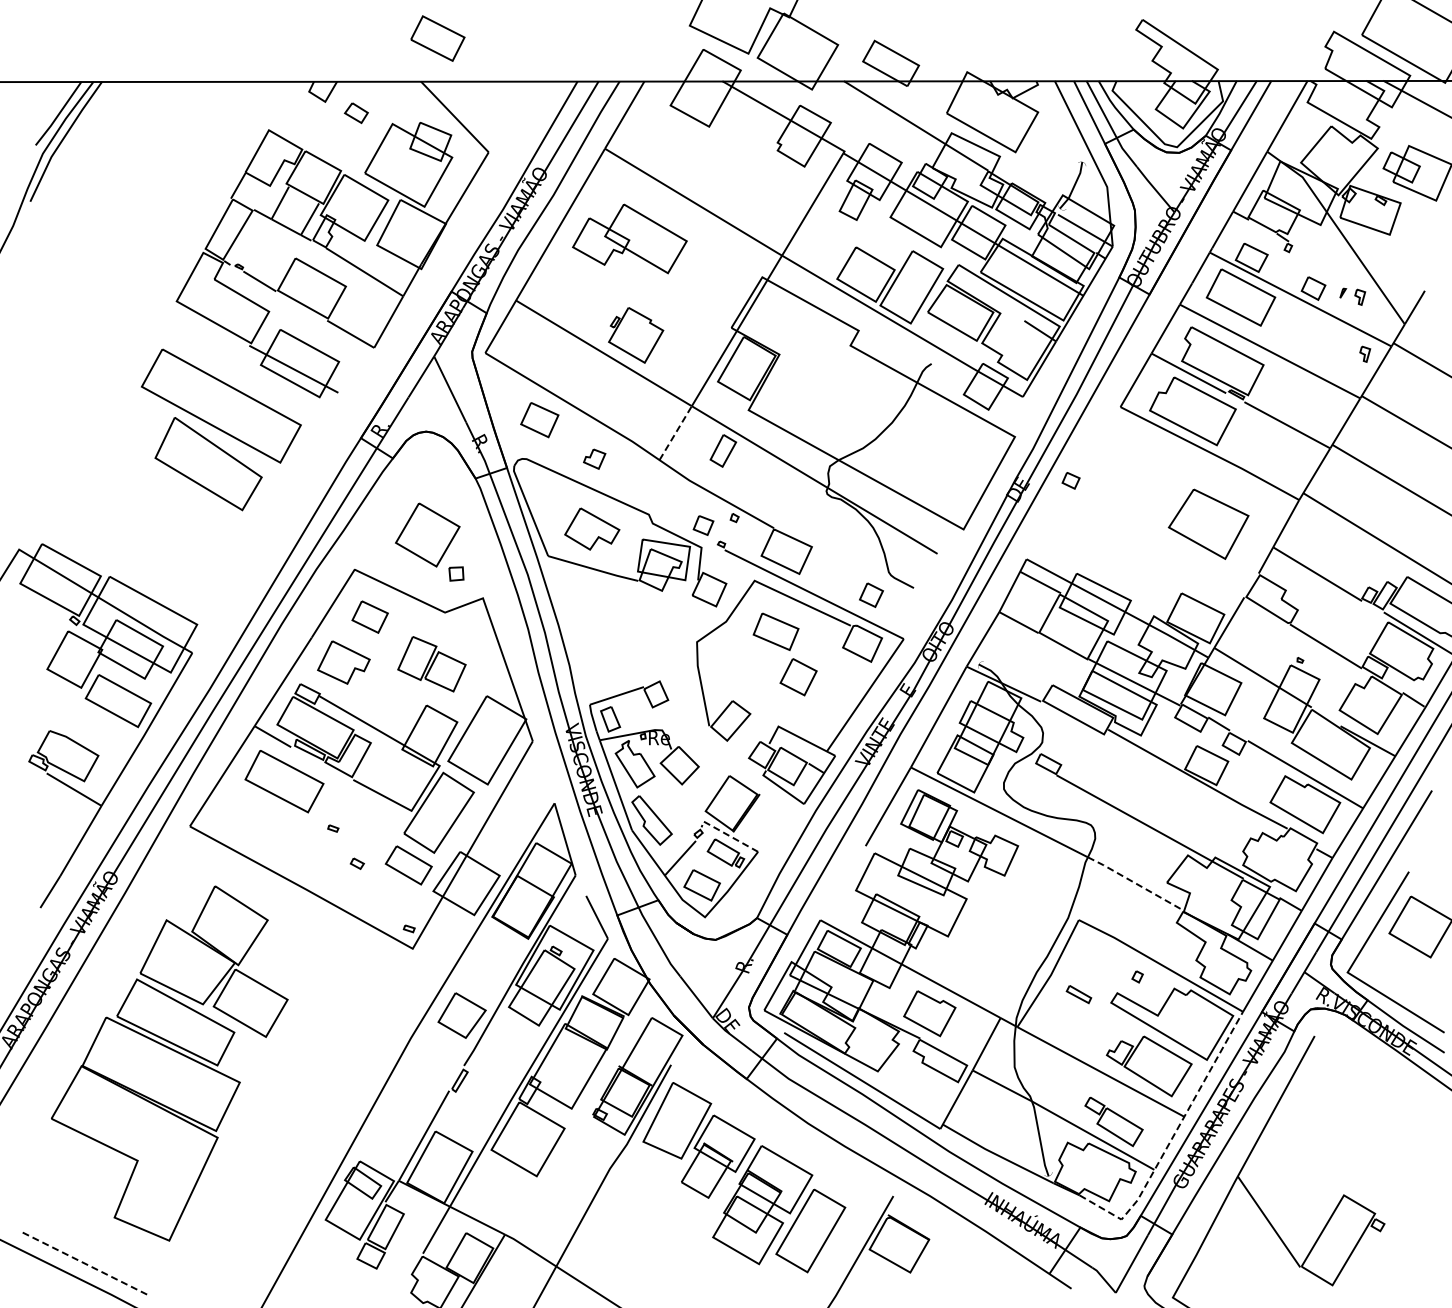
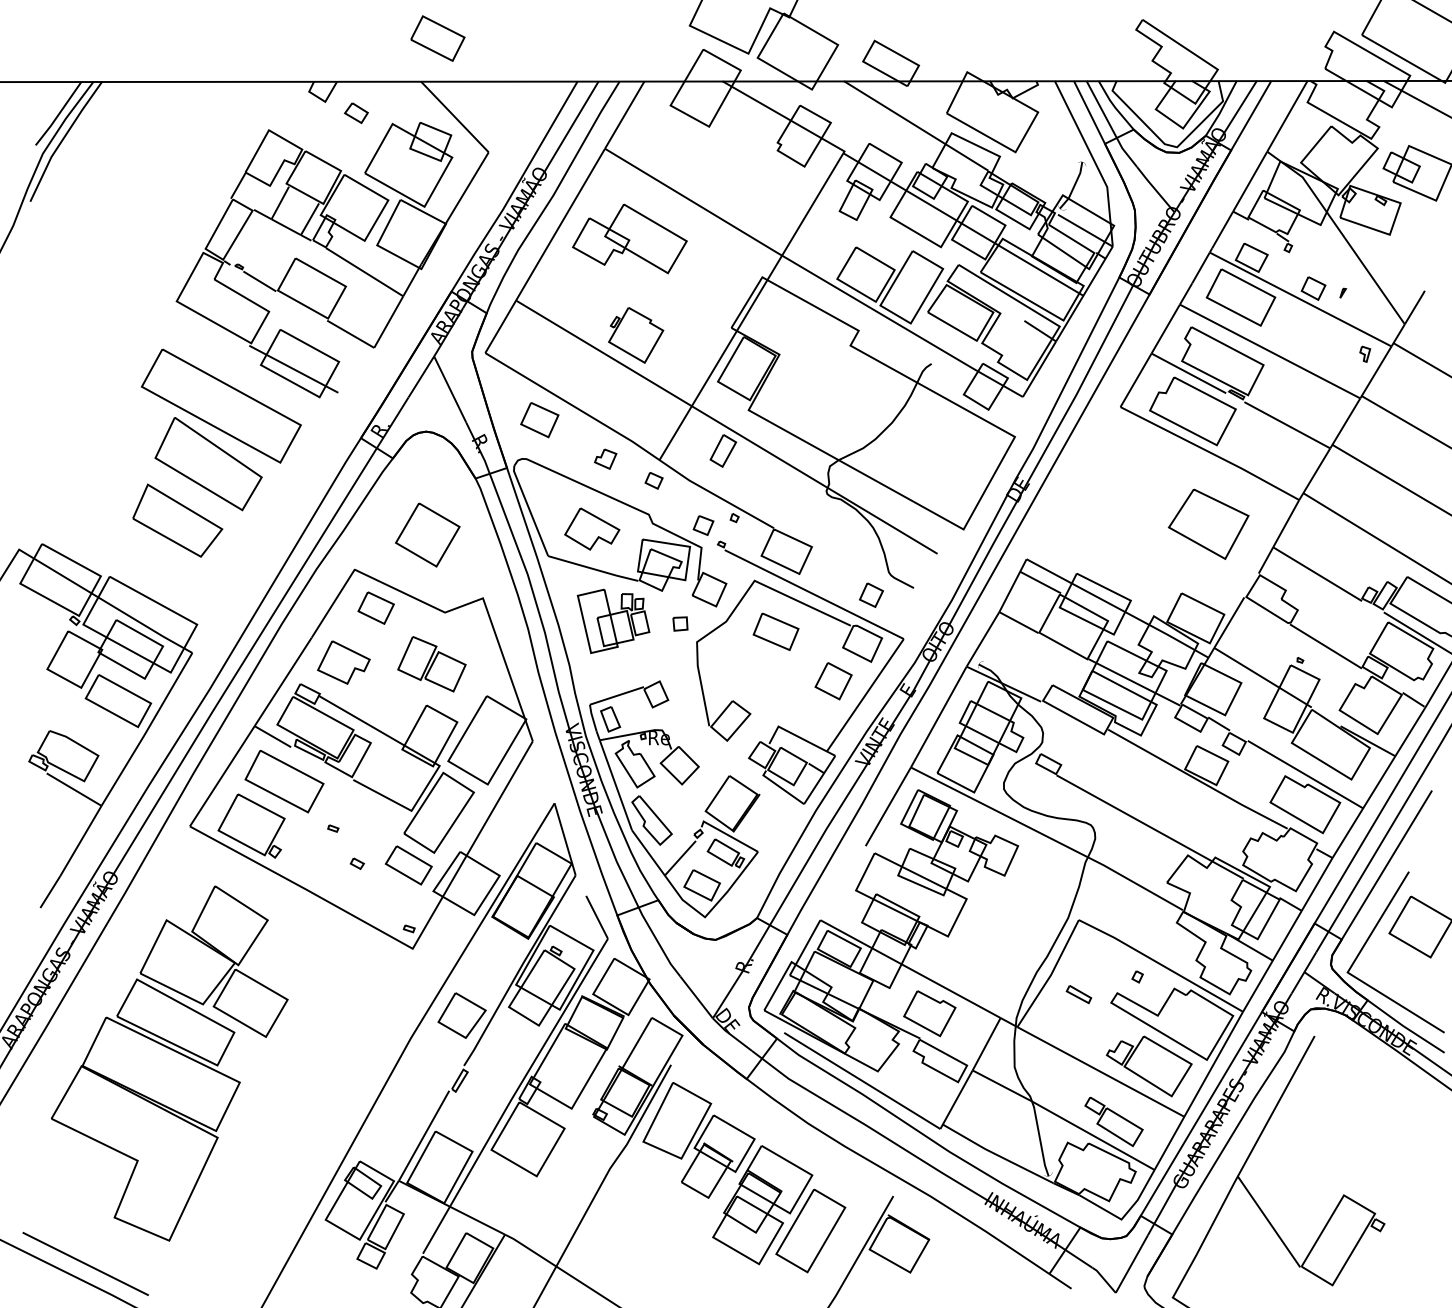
part at (1360, 296): present -> none
line at (675, 432): dashed -> solid
part at (594, 458) position: (594, 458) -> (605, 458)
part at (1070, 480) position: (1070, 480) -> (653, 480)
part at (177, 520): none -> present
part at (456, 573) position: (456, 573) -> (680, 623)
part at (369, 616) position: (369, 616) -> (375, 607)
part at (613, 620): none -> present
part at (798, 677) position: (798, 677) -> (833, 681)
part at (251, 825): none -> present
line at (727, 834): dashed -> solid
line at (1135, 883): dashed -> solid
line at (1171, 1139): dashed -> solid
line at (86, 1264): dashed -> solid
